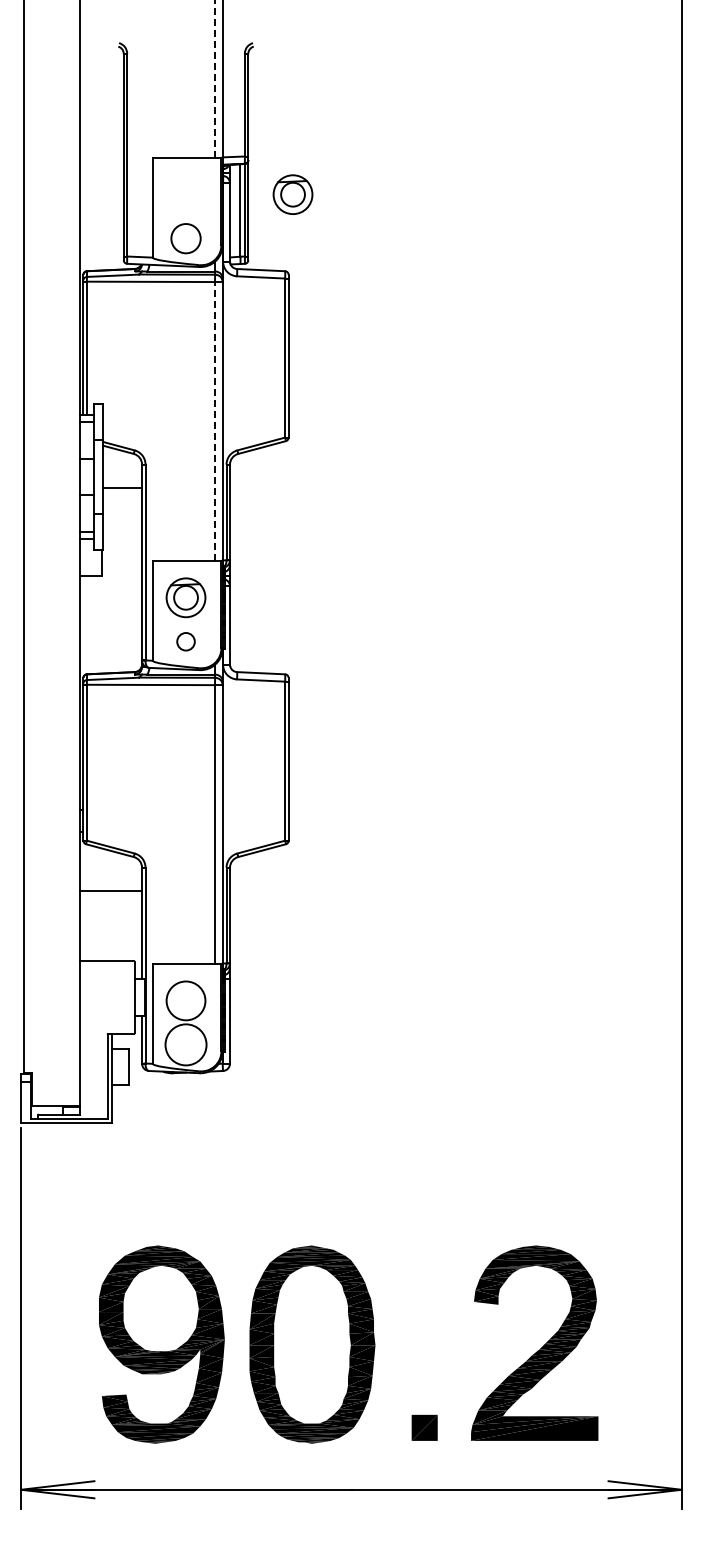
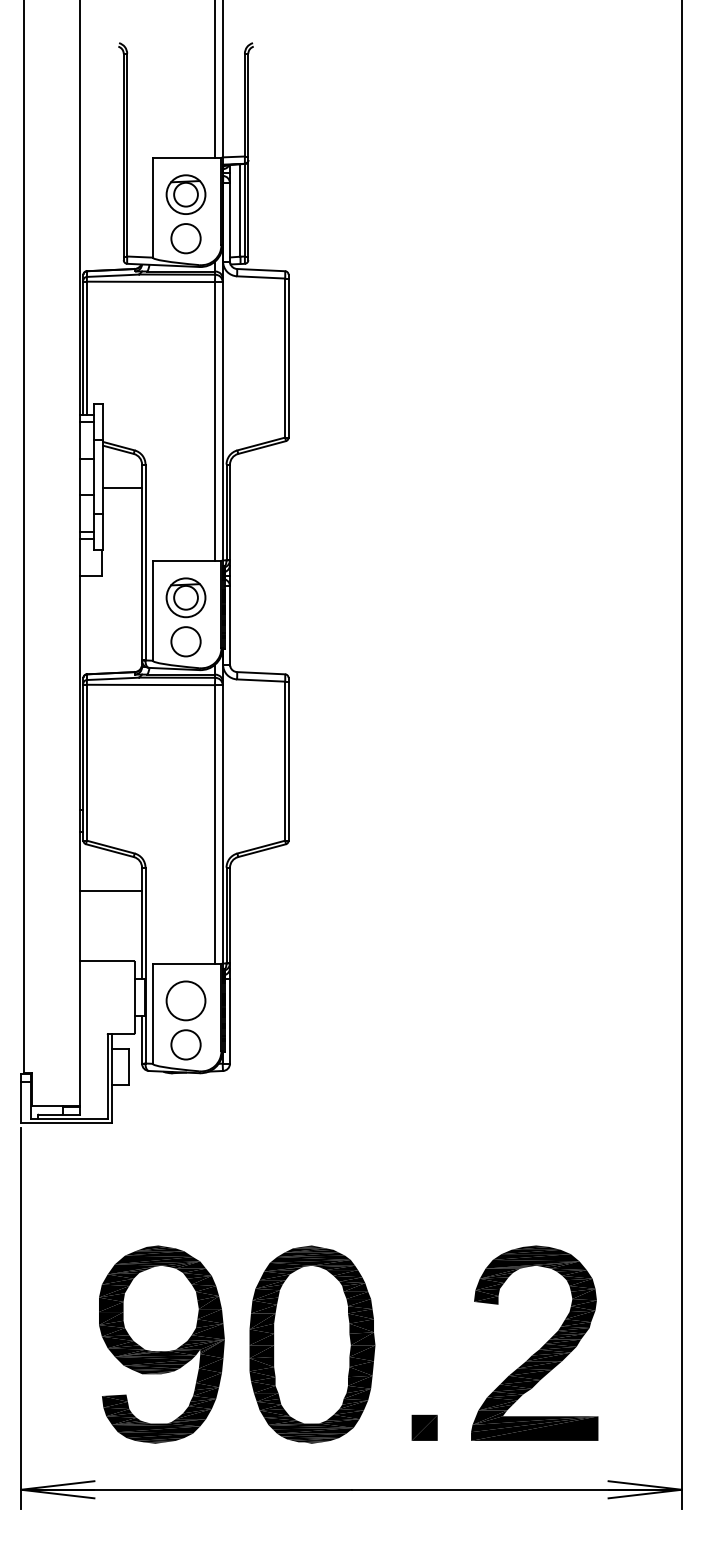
line at (214, 79): dashed -> solid
part at (292, 194) position: (292, 194) -> (185, 194)
line at (214, 421): dashed -> solid
circle at (185, 641) diameter: 18 px -> 29 px
circle at (185, 1044) diameter: 41 px -> 29 px
